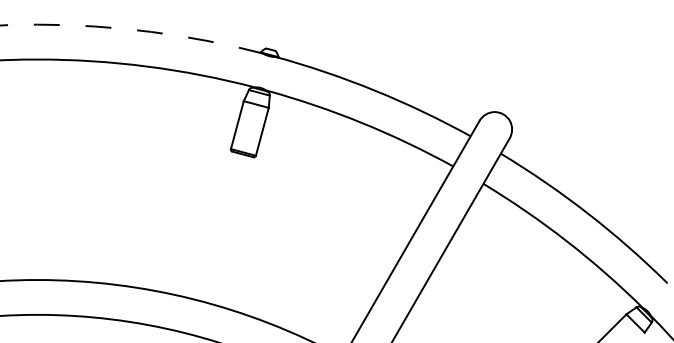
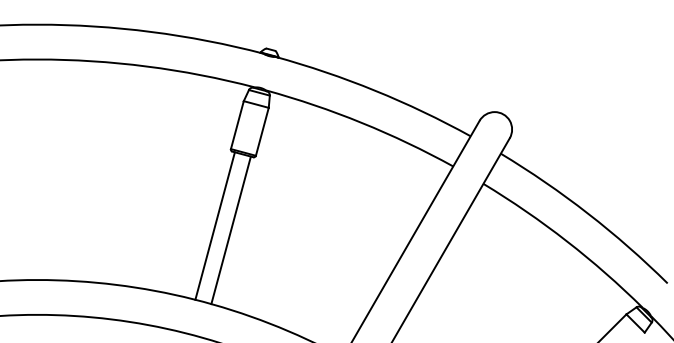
arc at (132, 29): dashed -> solid
line at (214, 225): none -> present
line at (230, 230): none -> present
